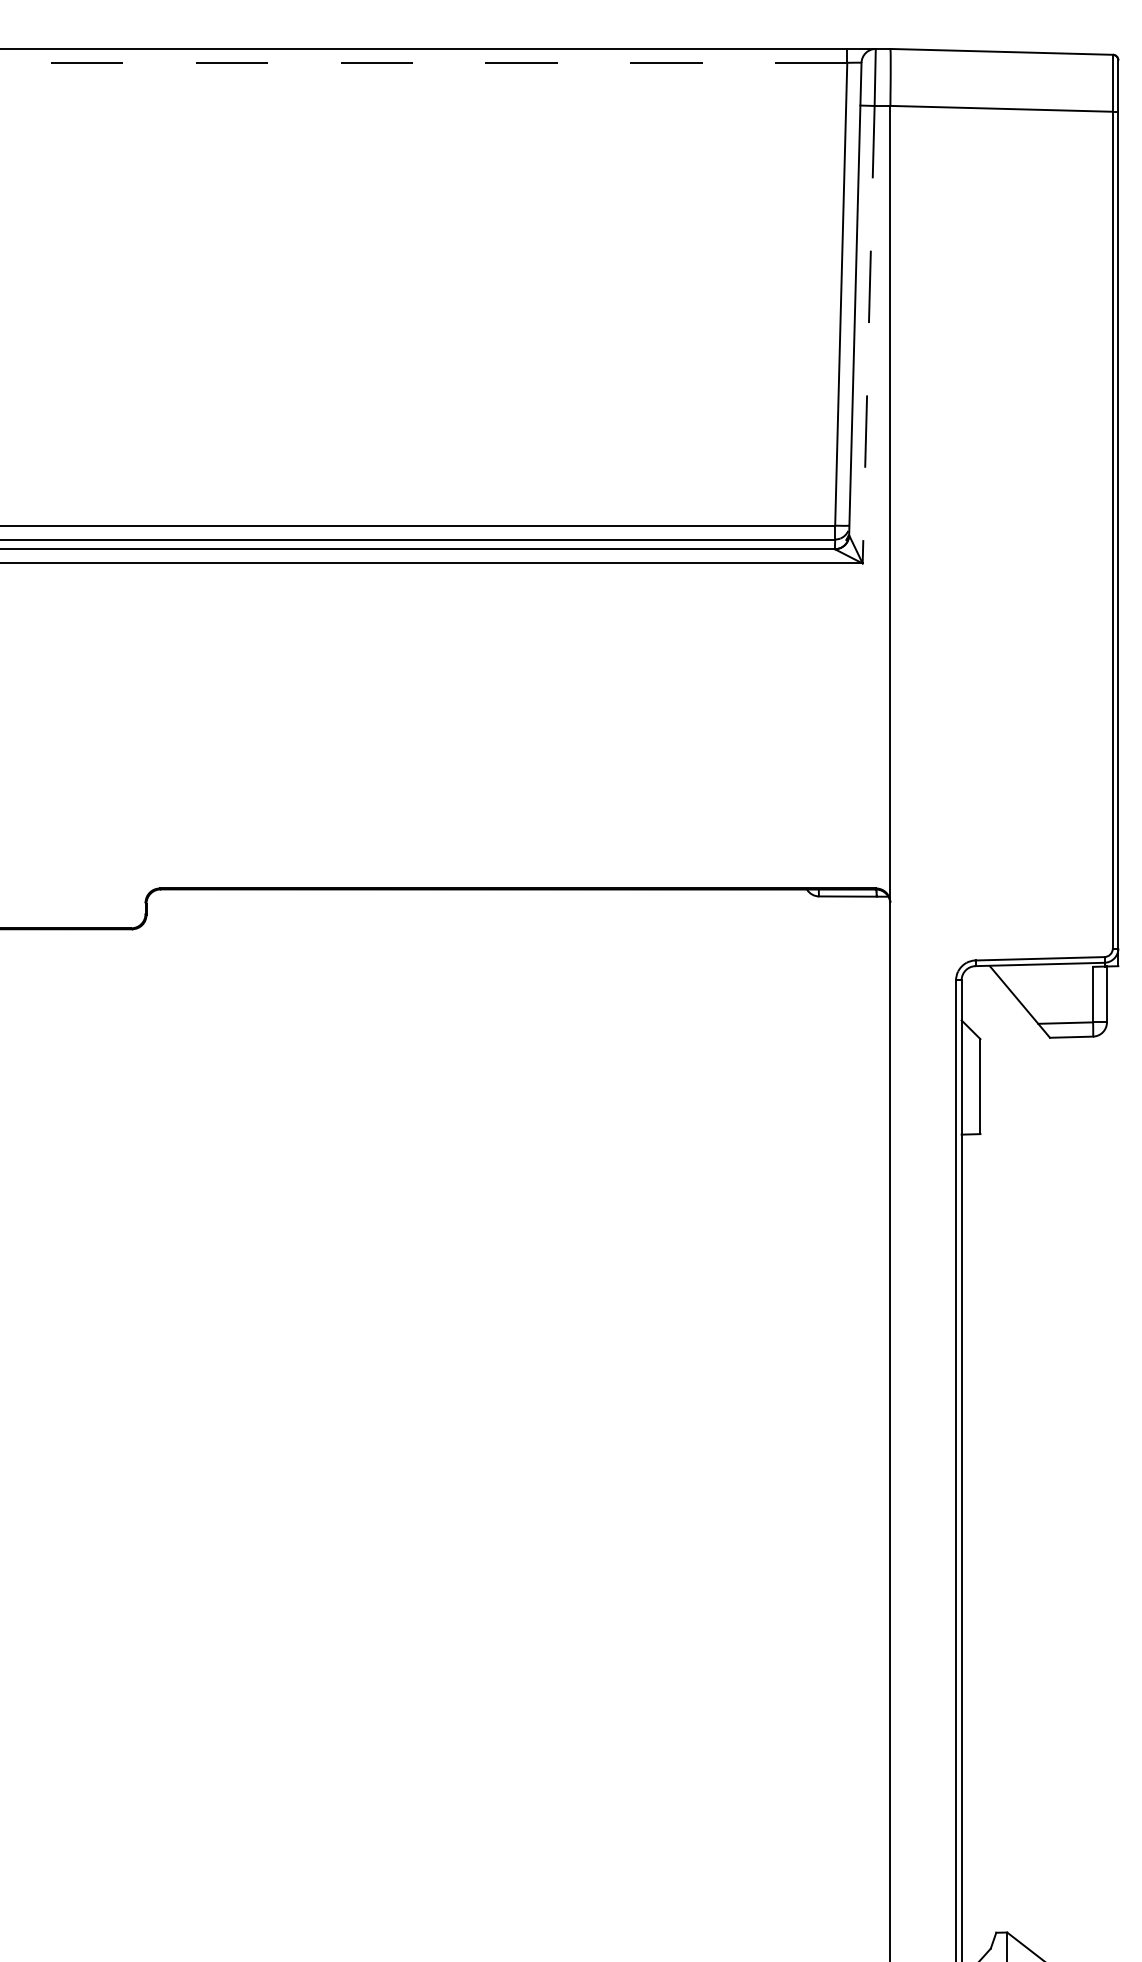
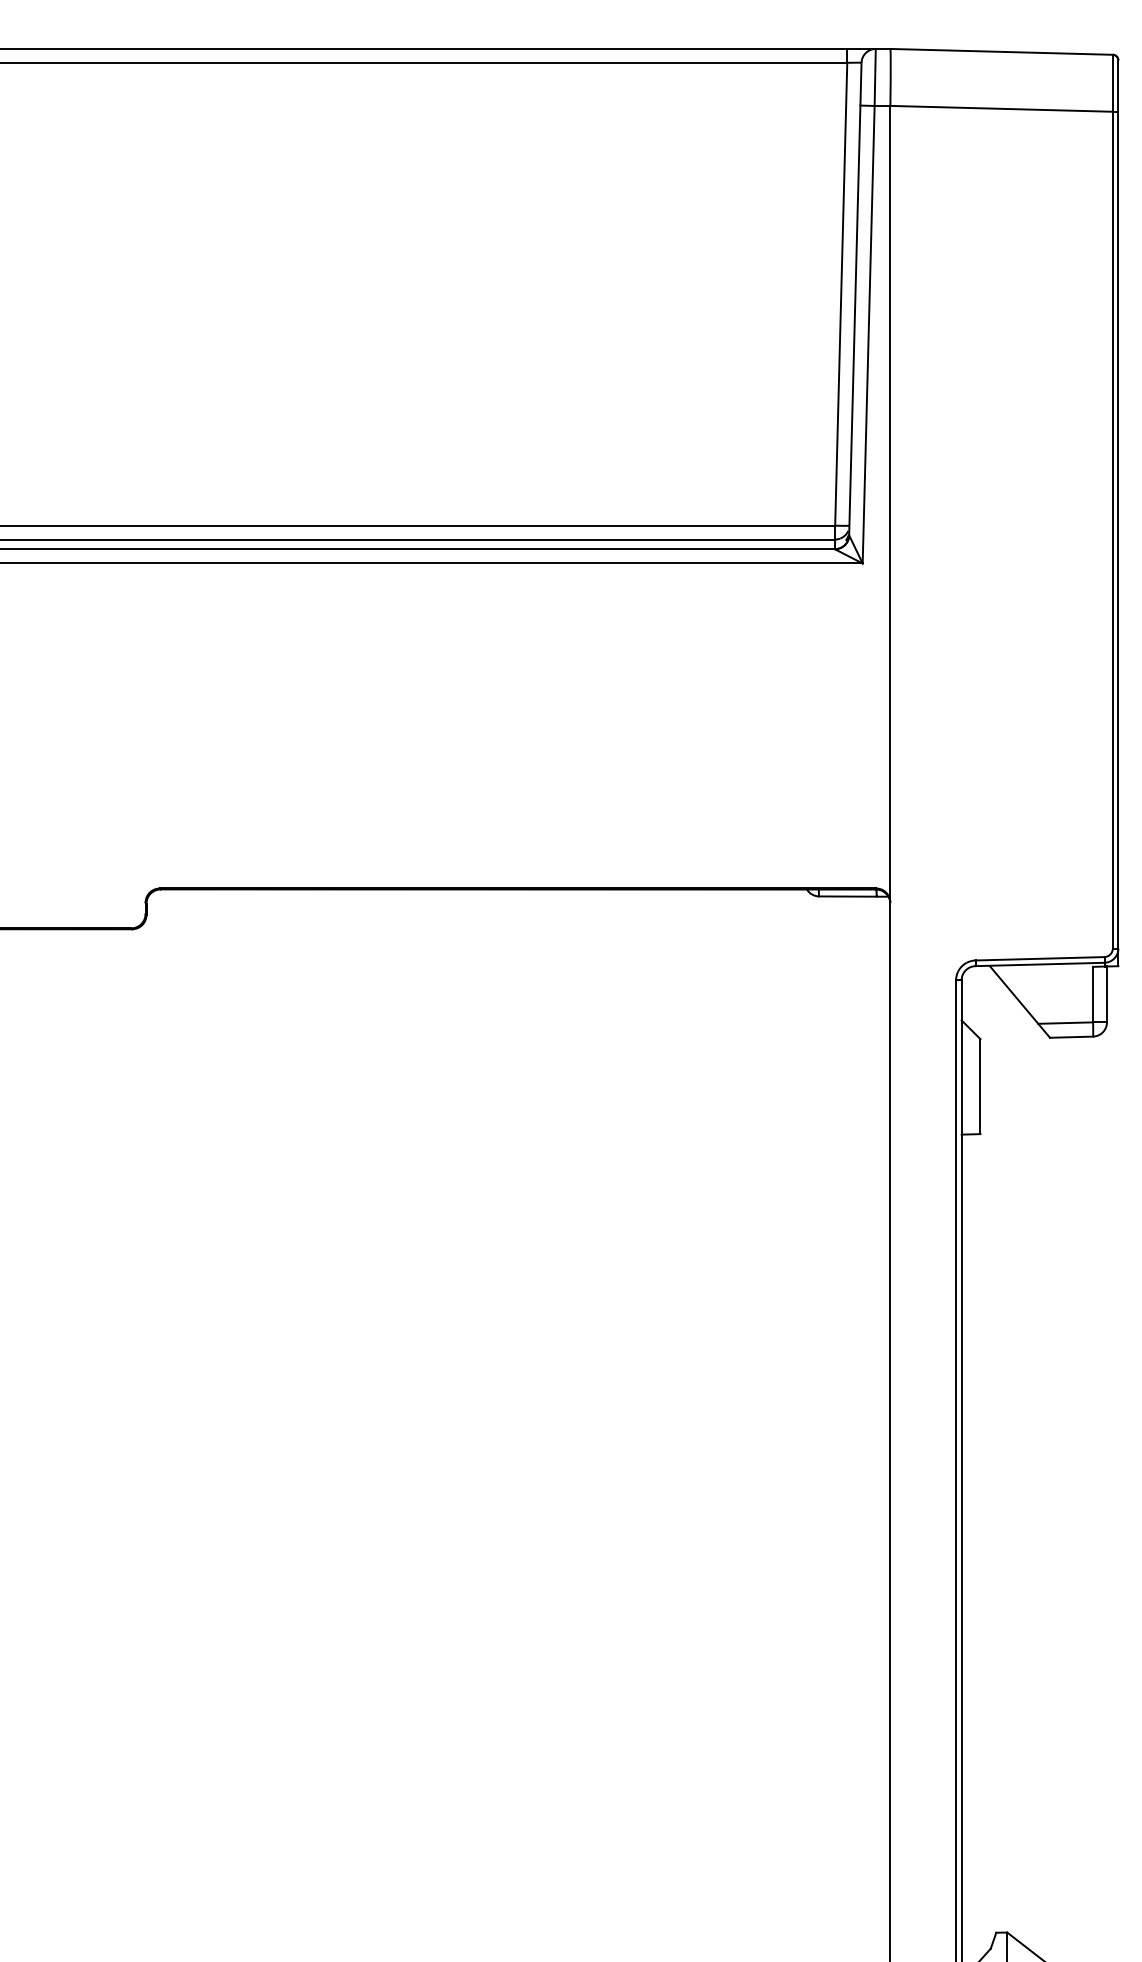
line at (423, 62): dashed -> solid
line at (868, 334): dashed -> solid
